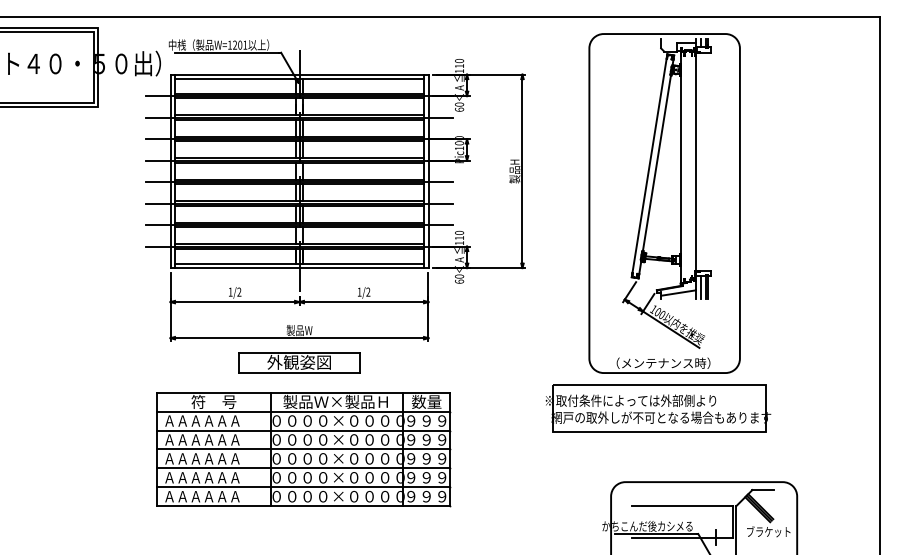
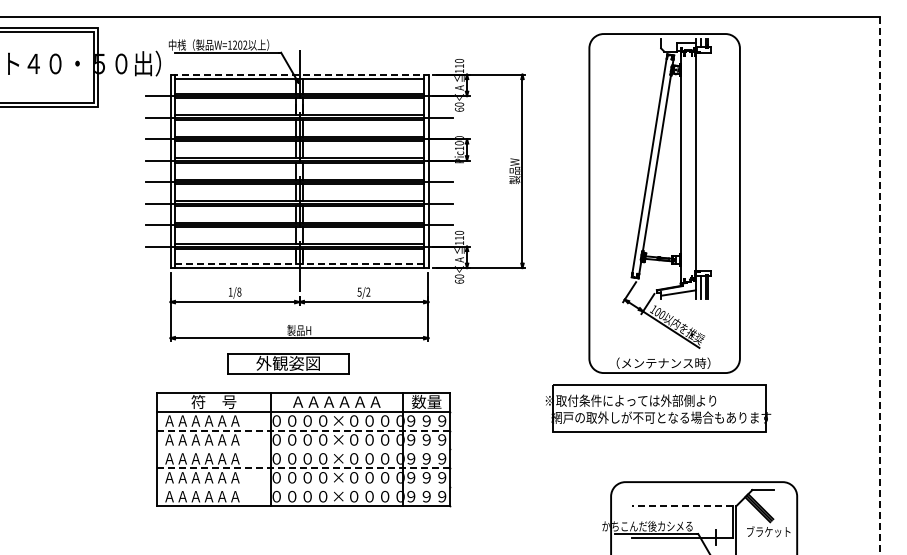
text at (245, 44): W=1201 -> W=1202
line at (299, 74): solid -> dashed
text at (514, 171): 製品H -> 製品W
line at (299, 263): solid -> dashed
line at (879, 285): solid -> dashed
text at (239, 291): 1/2 -> 1/8
text at (359, 291): 1/2 -> 5/2
text at (299, 330): 製品W -> 製品H
part at (299, 362) position: (299, 362) -> (288, 363)
text at (335, 401): 製品Ｗ×製品Ｈ -> ＡＡＡＡＡＡ
line at (303, 430): solid -> dashed
line at (303, 449): present -> none
line at (303, 468): solid -> dashed
line at (303, 487): present -> none
line at (681, 505): solid -> dashed
